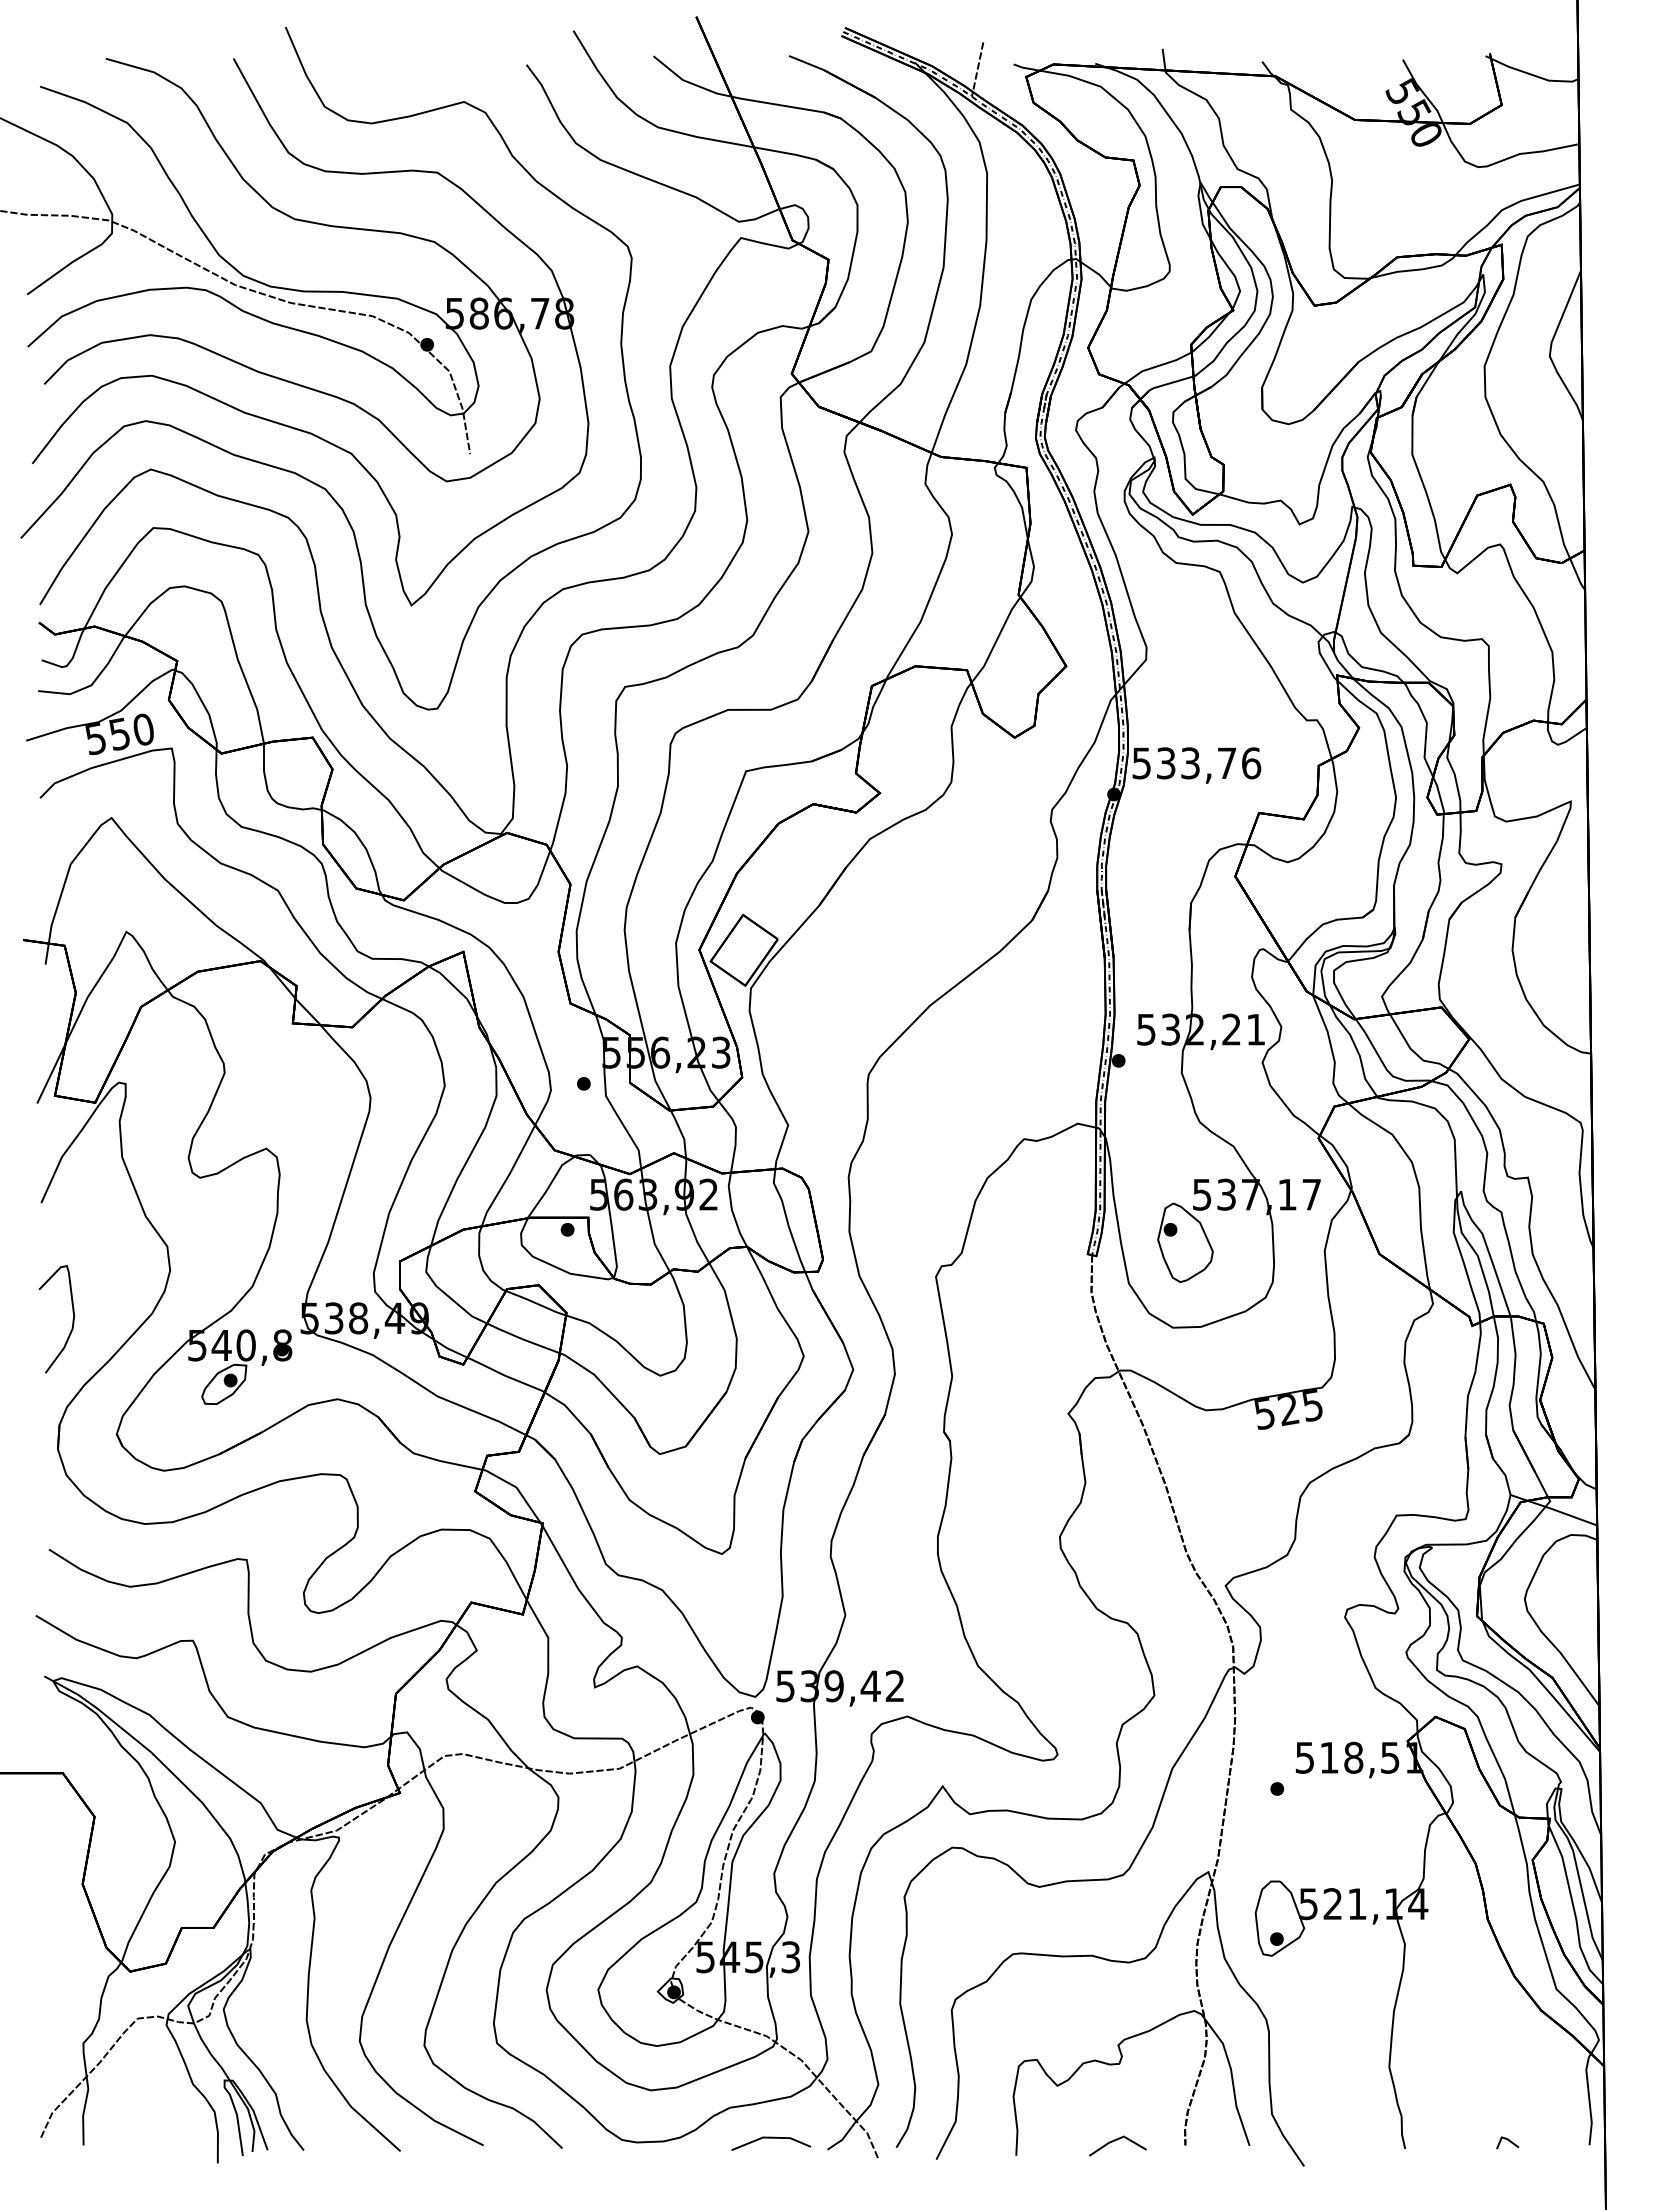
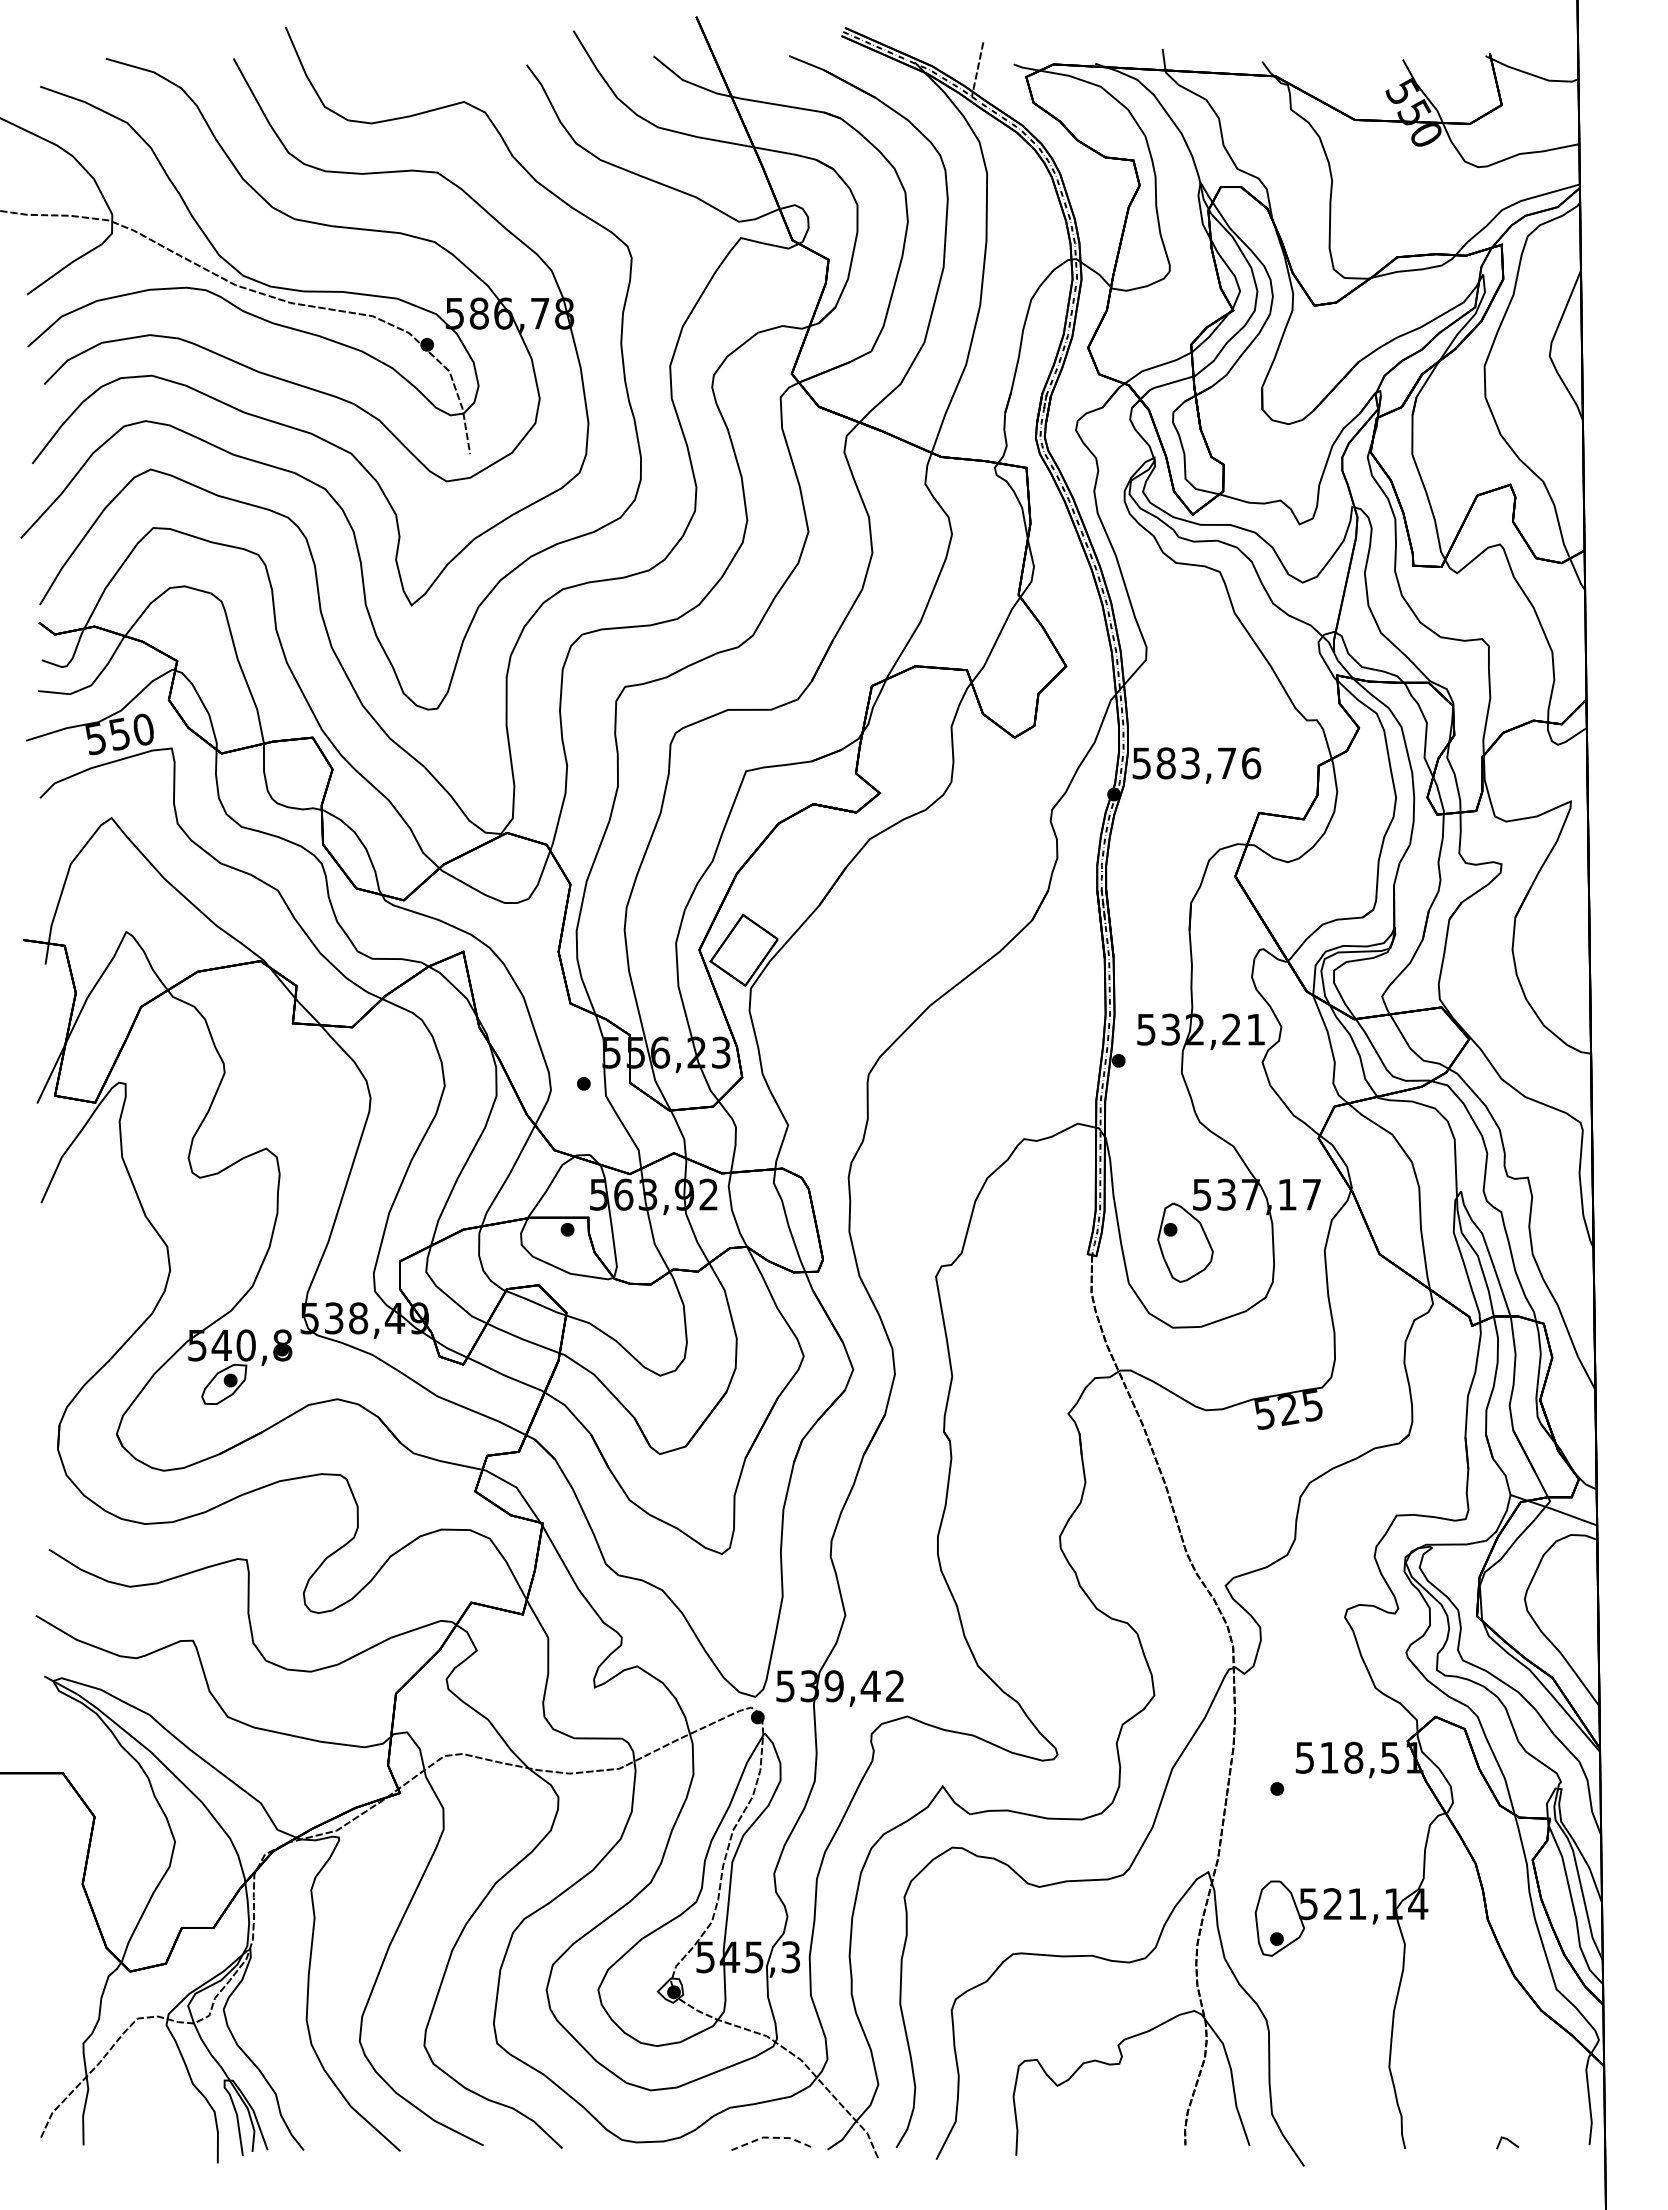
text at (1165, 763): 533,76 -> 583,76
curve at (72, 1319): present -> none
line at (770, 2137): solid -> dashed
line at (1115, 2141): present -> none
